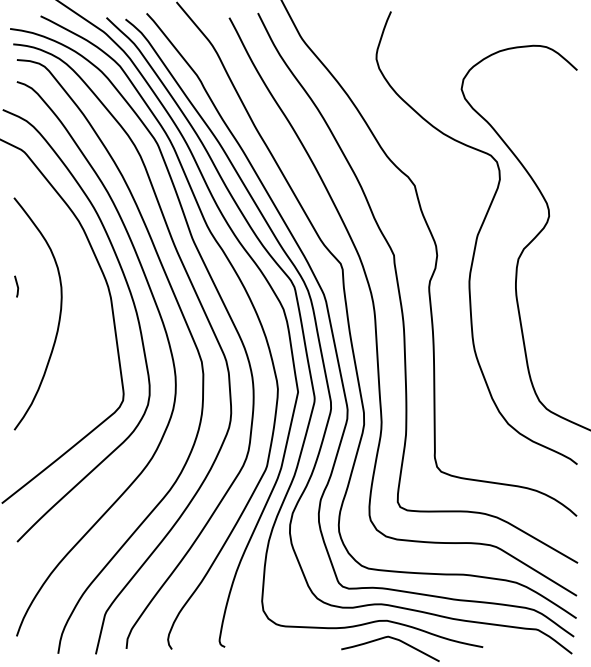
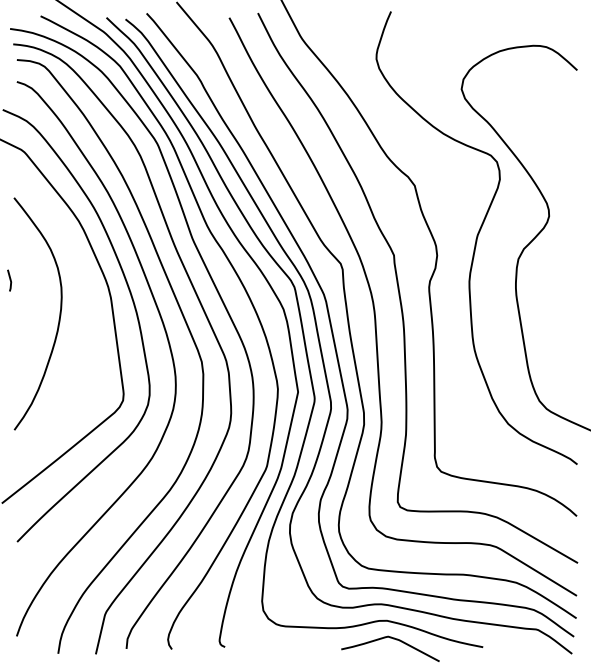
line at (16, 286) position: (16, 286) -> (9, 280)
